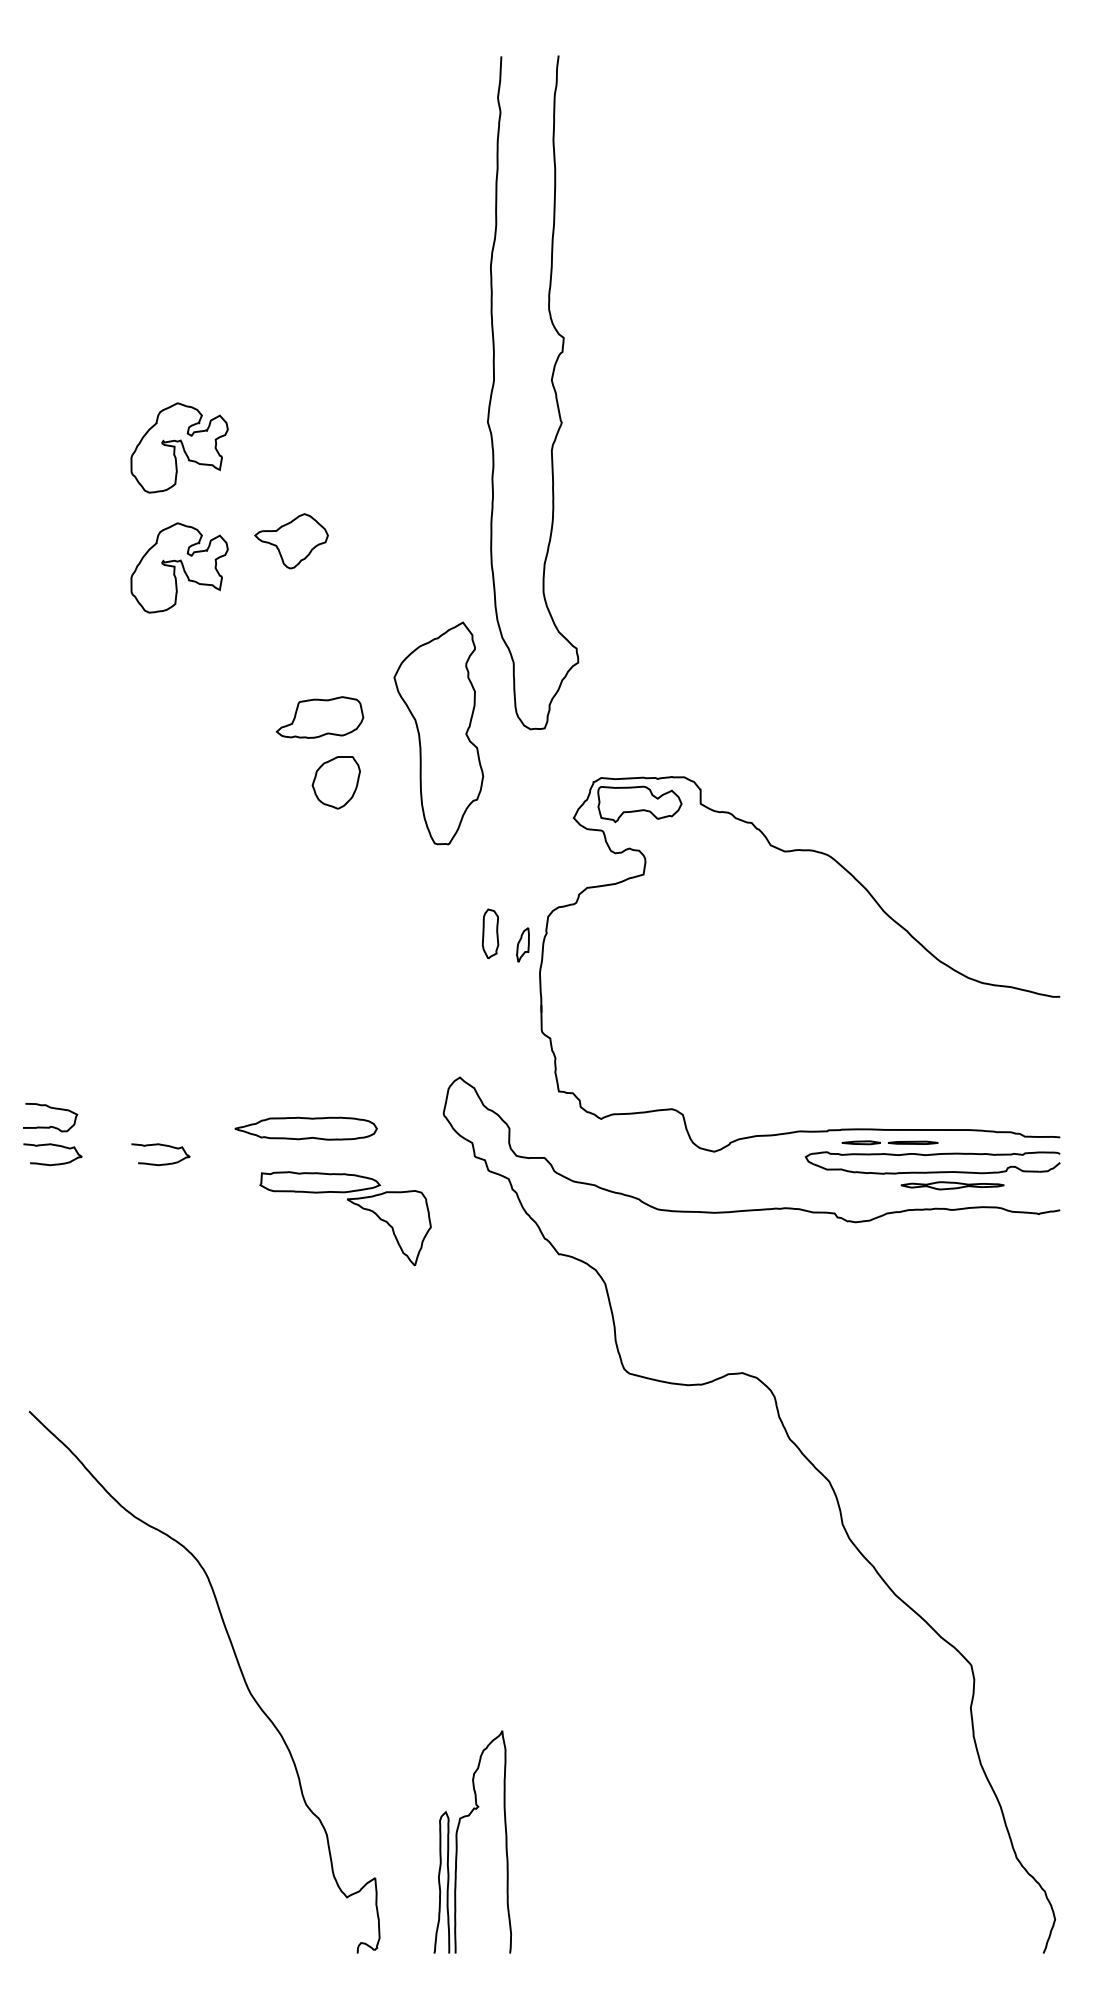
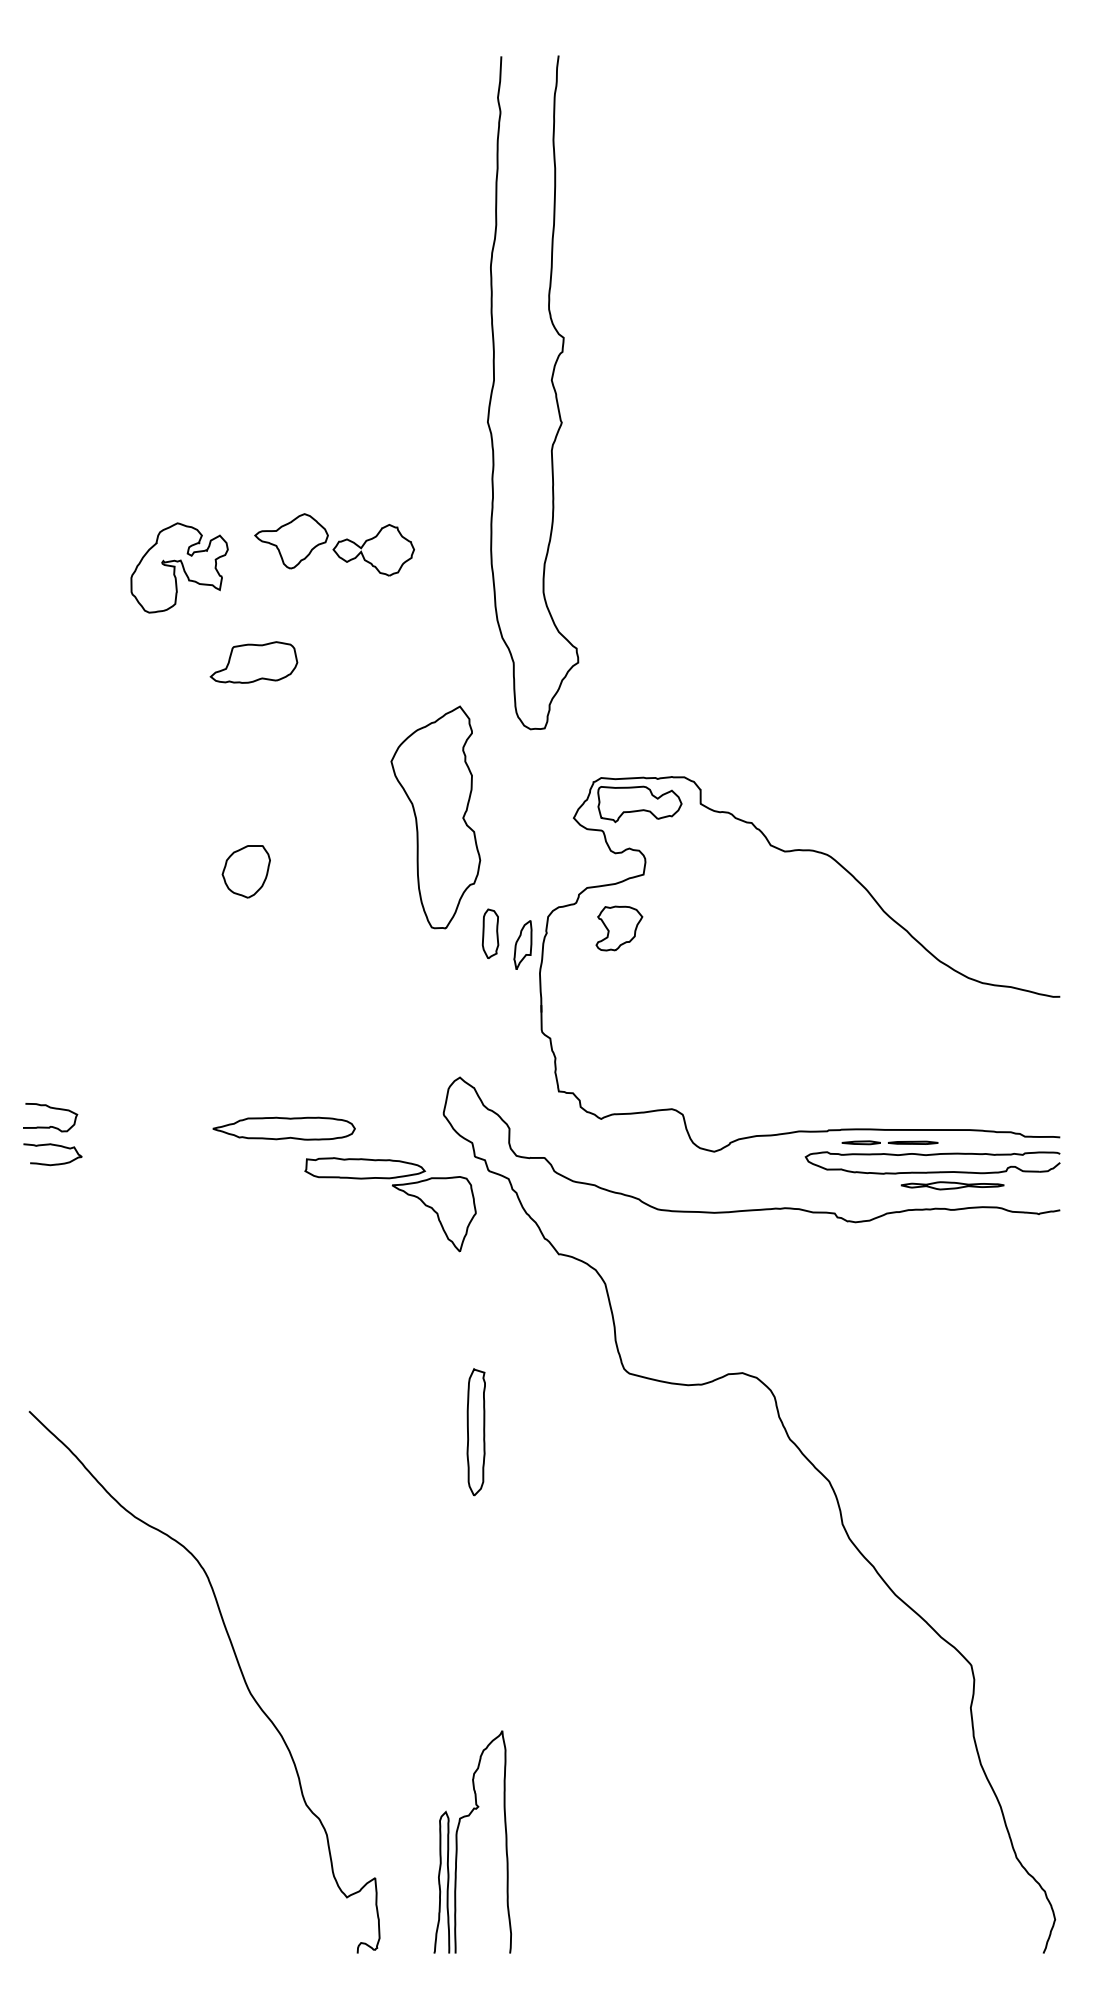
part at (179, 447): present -> none
part at (373, 550): none -> present
part at (319, 717) position: (319, 717) -> (253, 662)
part at (438, 733) position: (438, 733) -> (435, 817)
part at (335, 782) position: (335, 782) -> (245, 871)
part at (619, 928): none -> present
part at (522, 944) size: 14x36 px -> 20x50 px
part at (305, 1128) position: (305, 1128) -> (283, 1128)
curve at (163, 1146): present -> none
part at (353, 1204) position: (353, 1204) -> (398, 1190)
part at (475, 1432): none -> present
